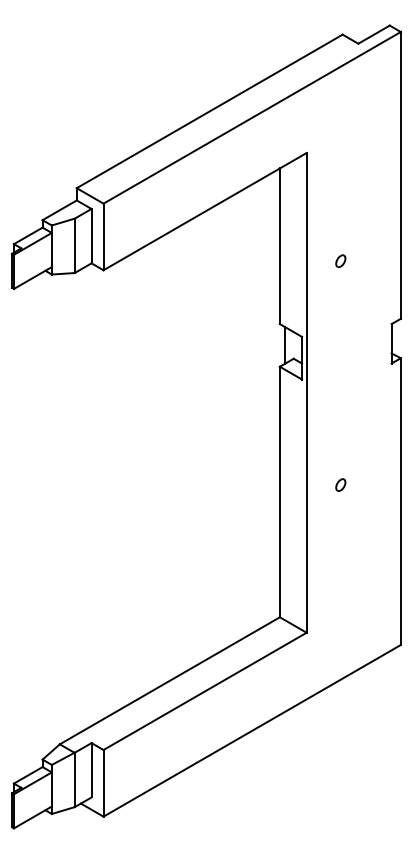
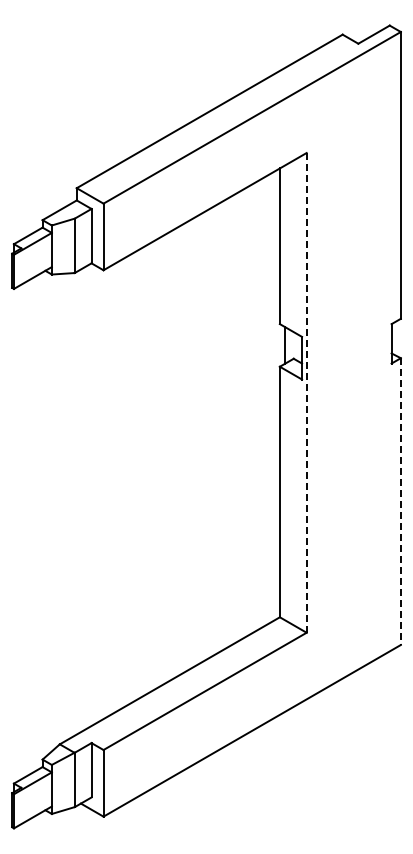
part at (340, 260): present -> none
line at (306, 392): solid -> dashed
part at (340, 484): present -> none
line at (400, 502): solid -> dashed
